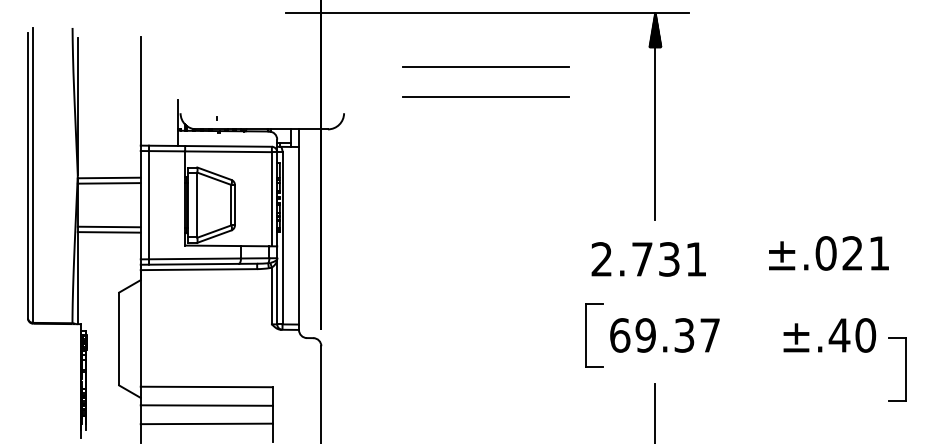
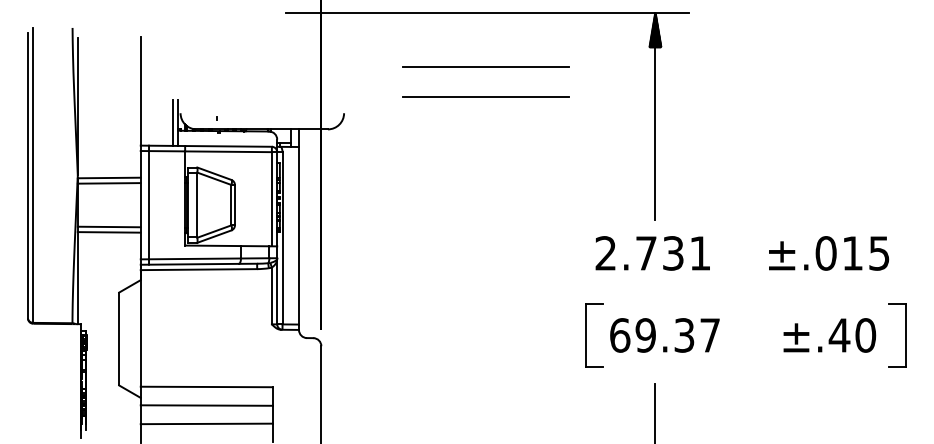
line at (173, 122): none -> present
text at (865, 253): ±.021 -> ±.015
text at (648, 259) position: (648, 259) -> (652, 253)
part at (905, 369) position: (905, 369) -> (905, 335)
